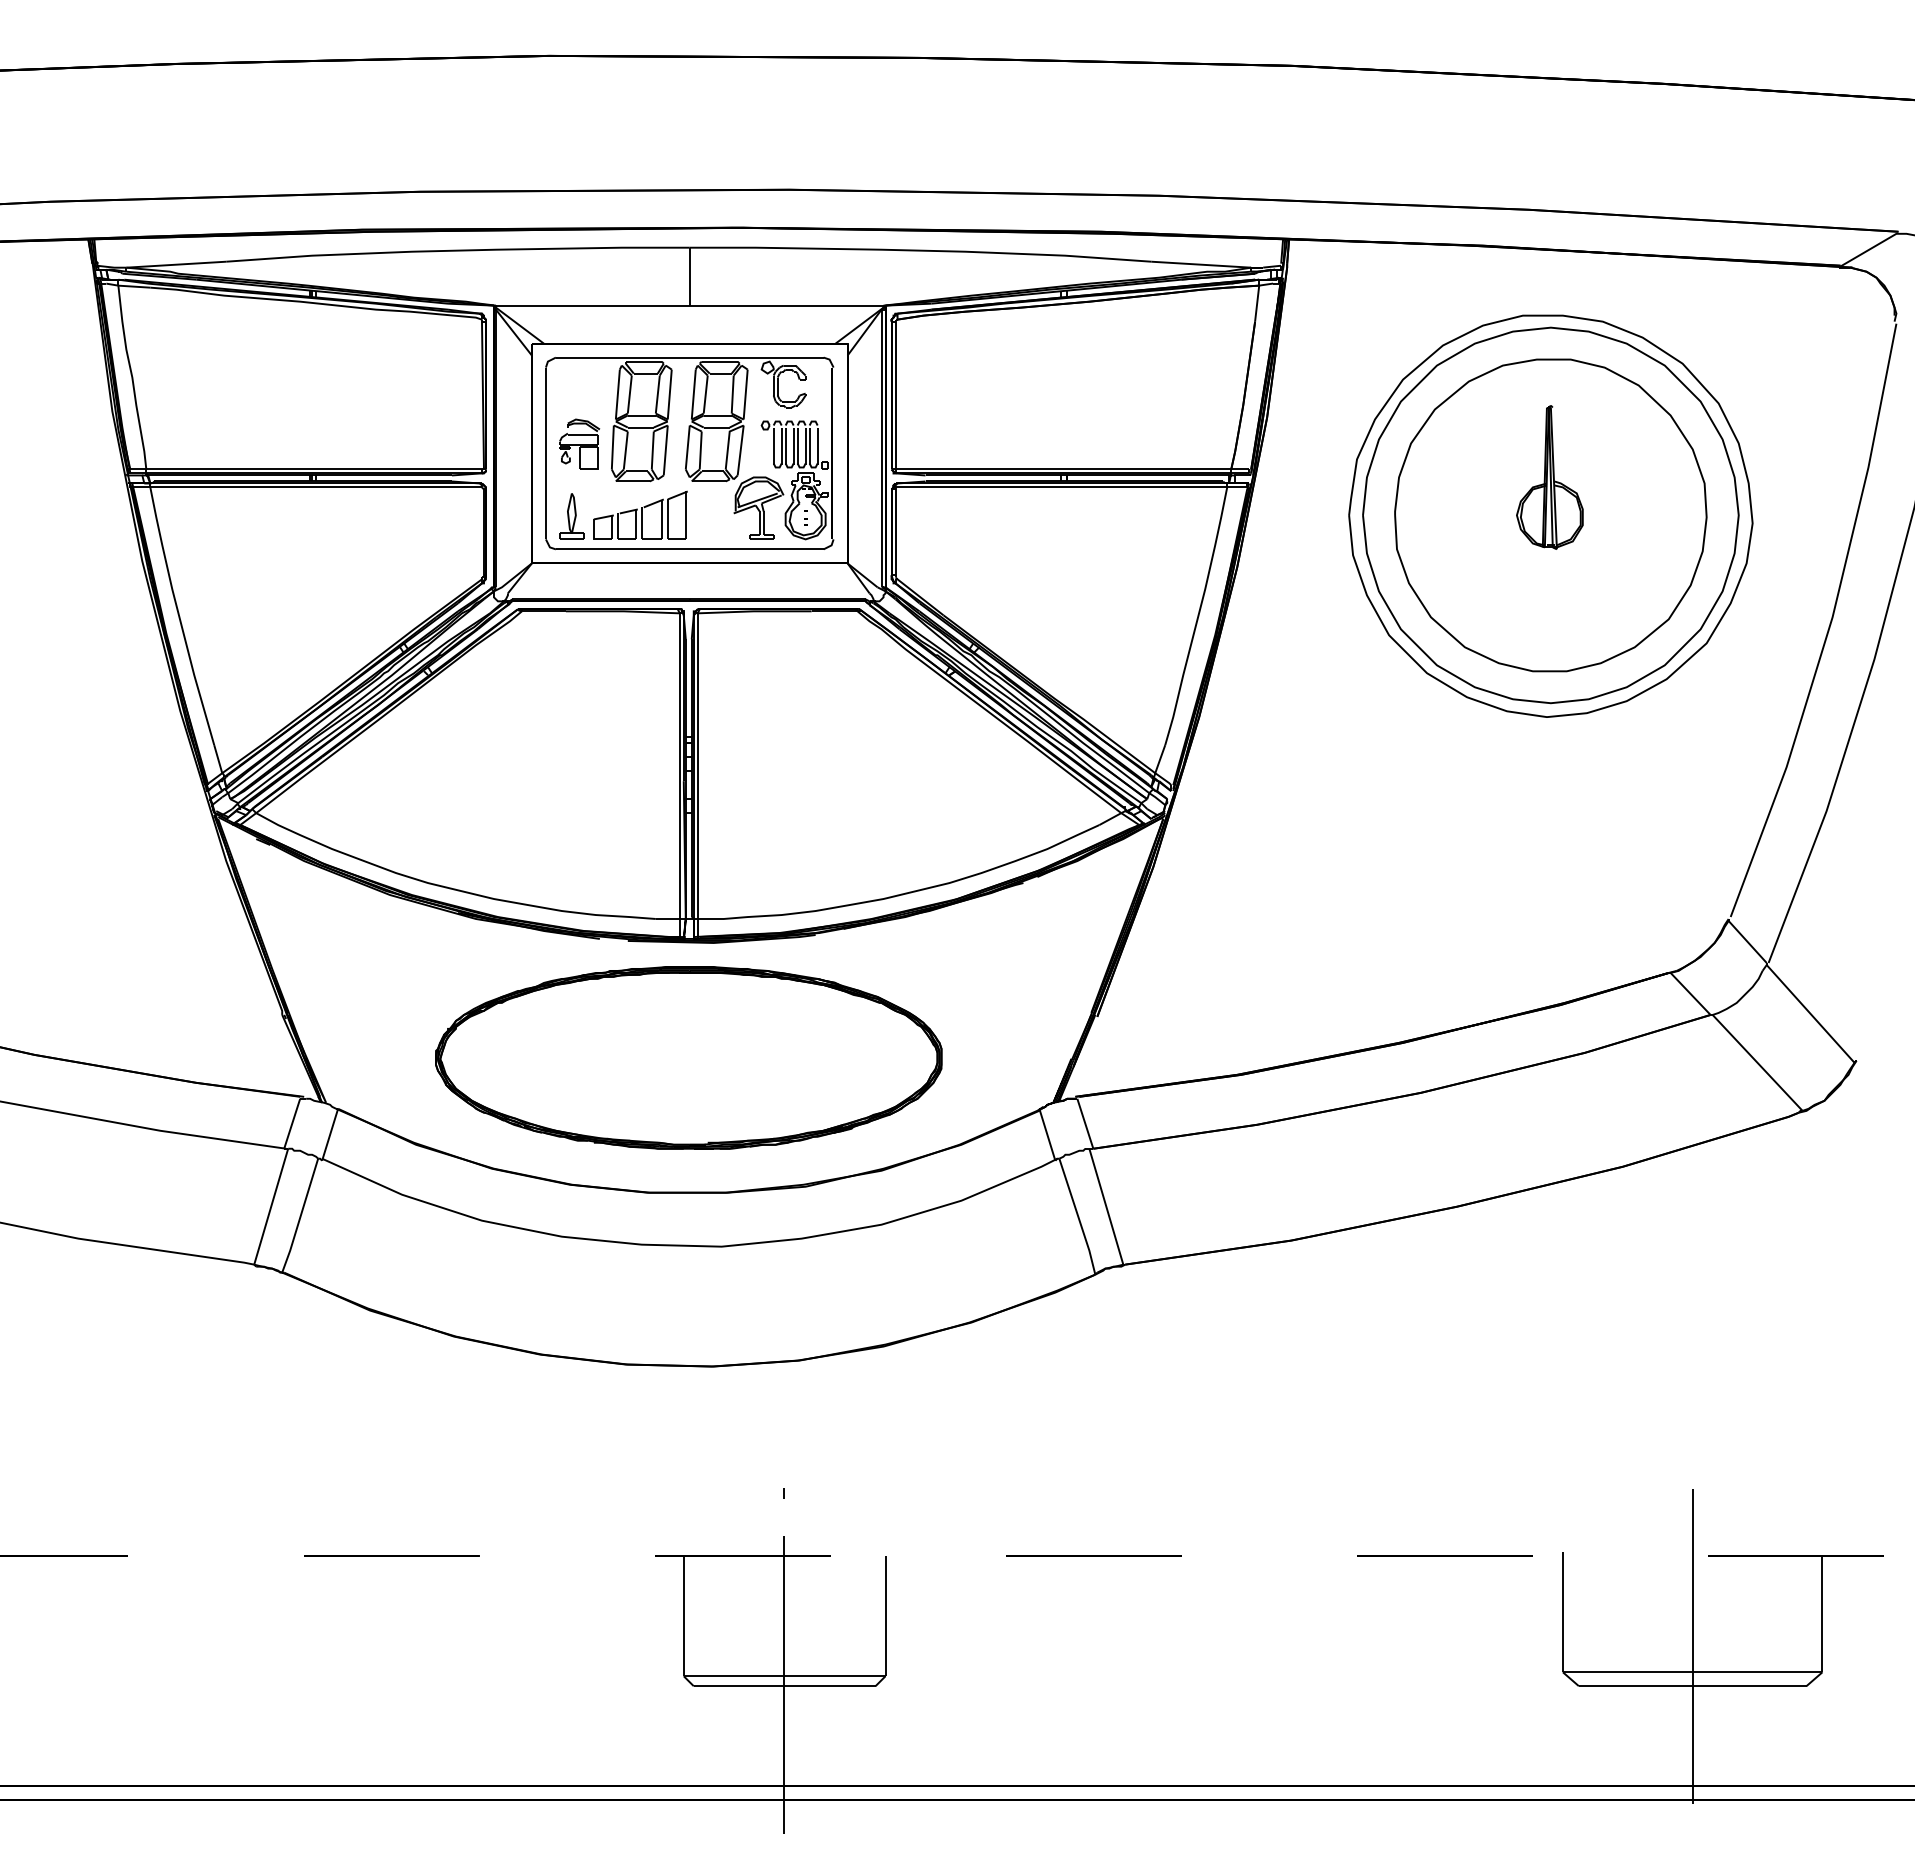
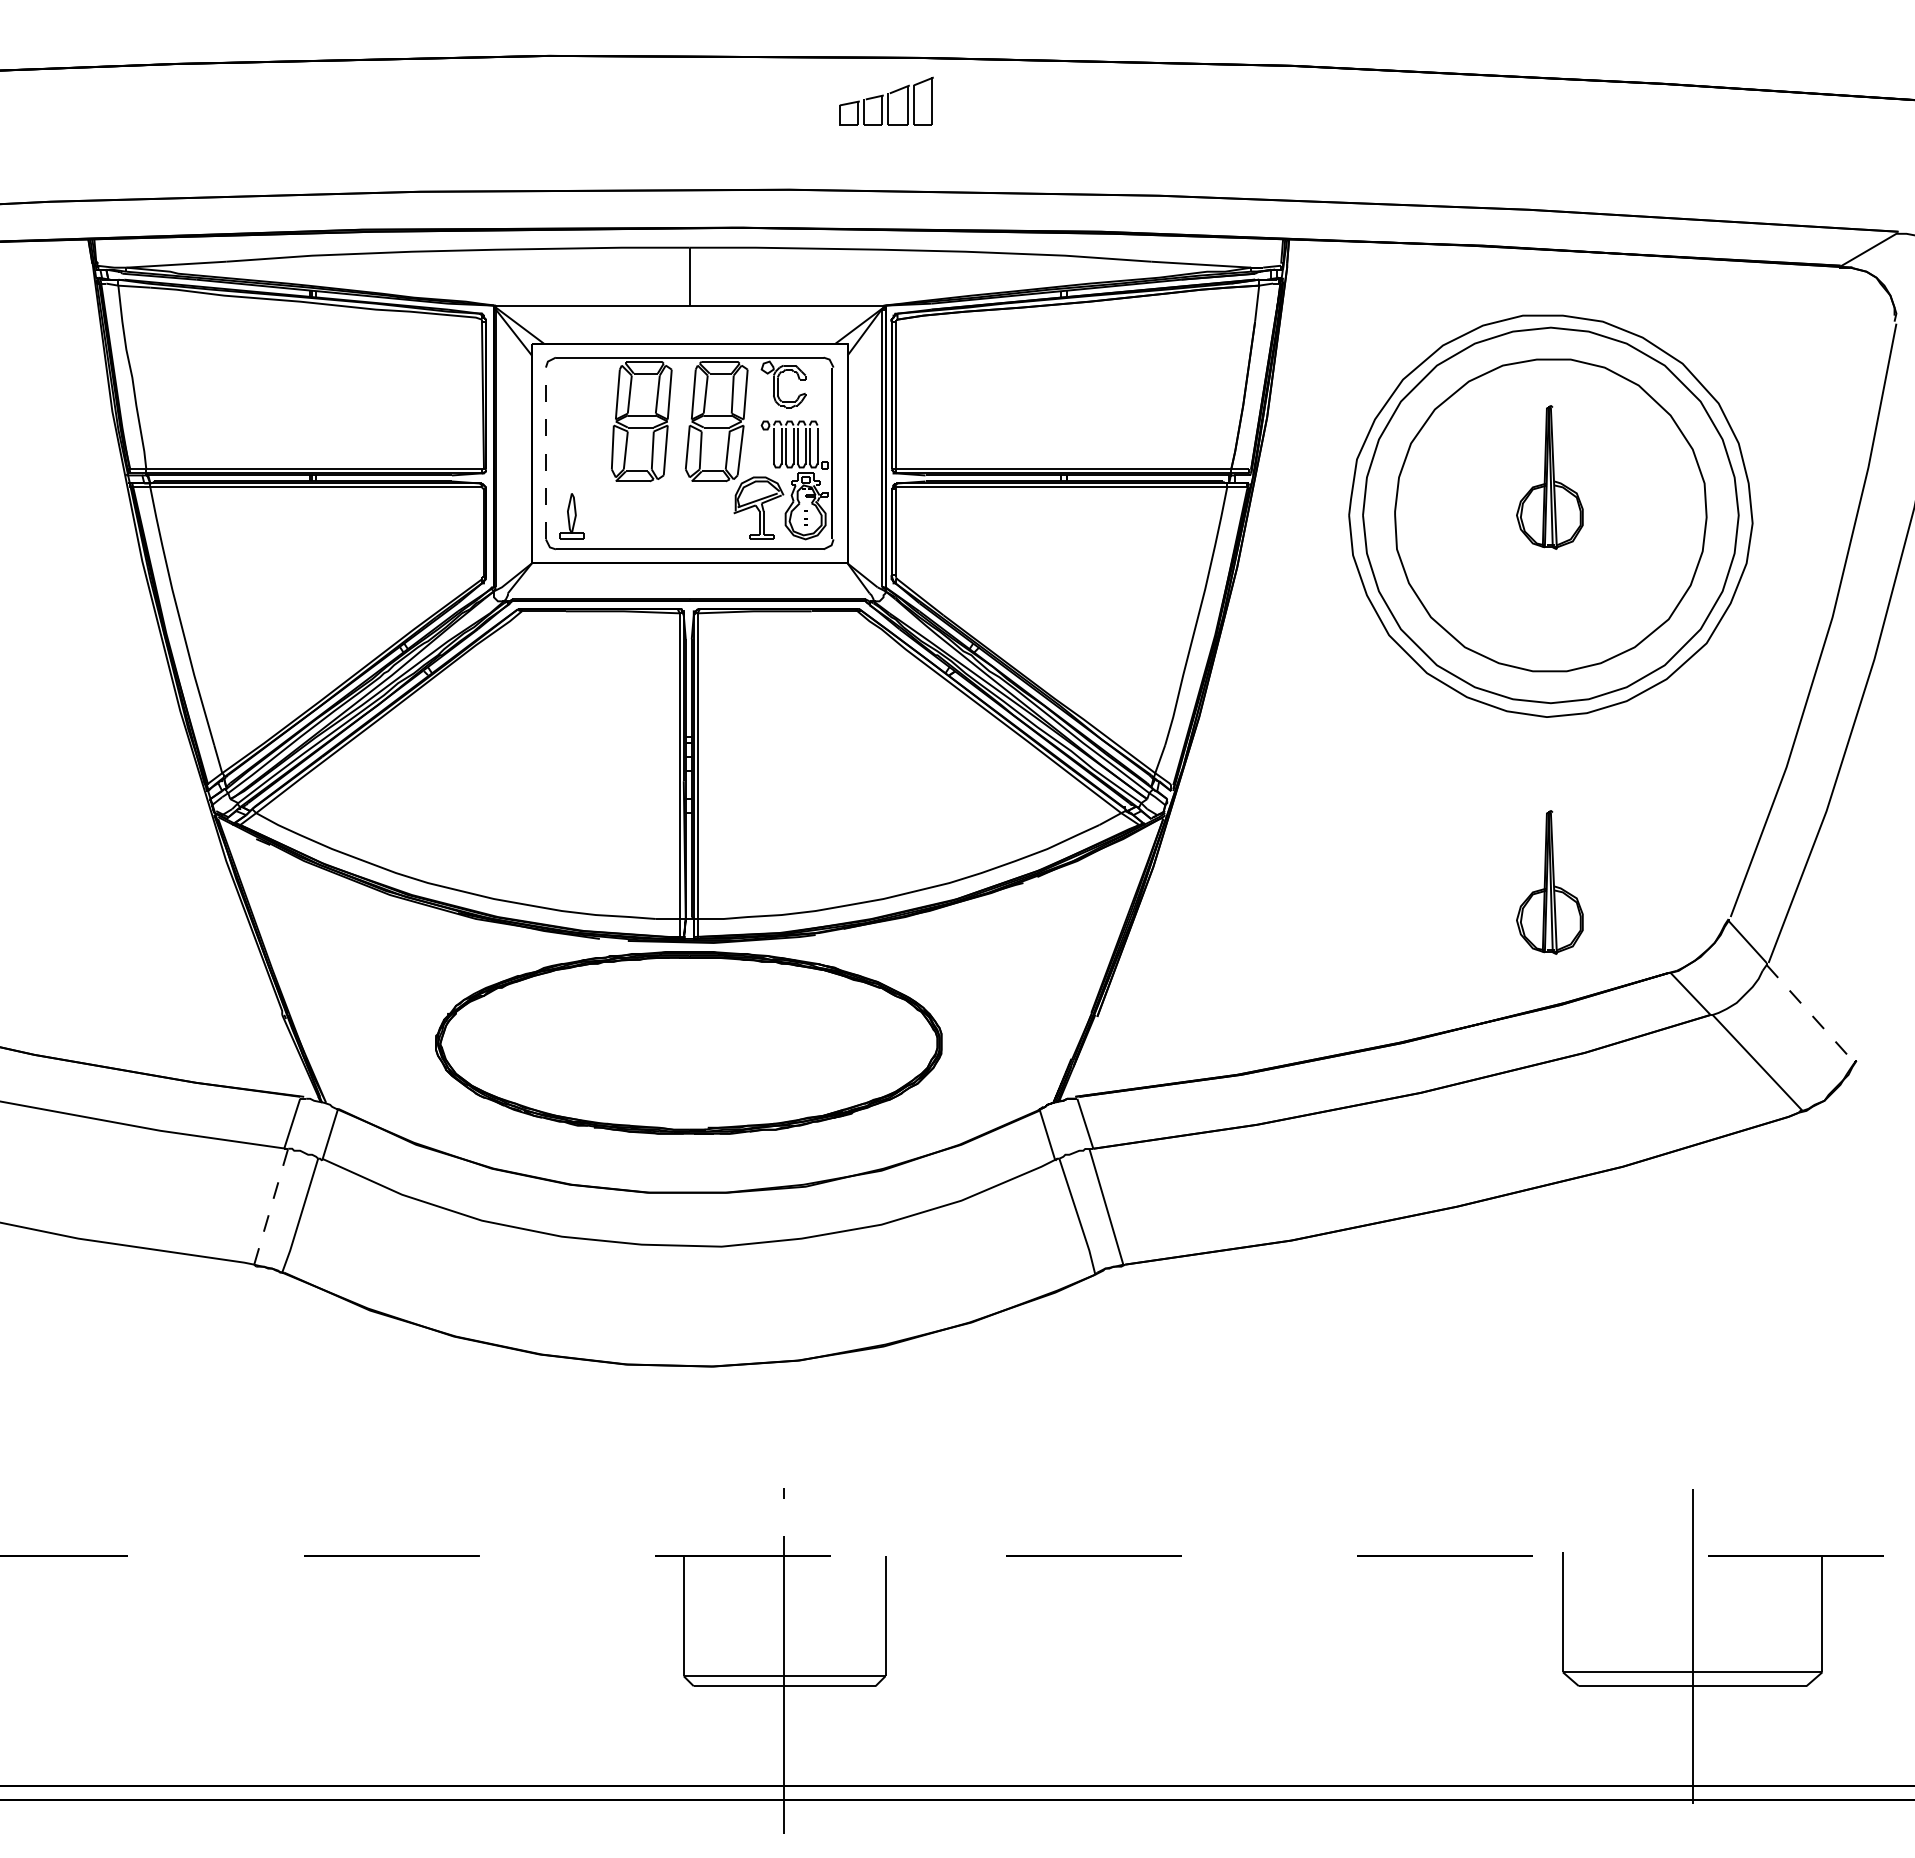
part at (579, 443): present -> none
line at (545, 453): solid -> dashed
part at (640, 514) position: (640, 514) -> (886, 100)
part at (1549, 882): none -> present
line at (1810, 1013): solid -> dashed
part at (688, 1057) position: (688, 1057) -> (688, 1042)
line at (271, 1206): solid -> dashed
